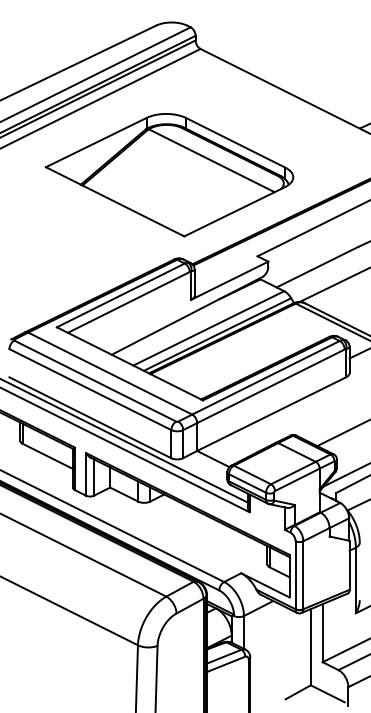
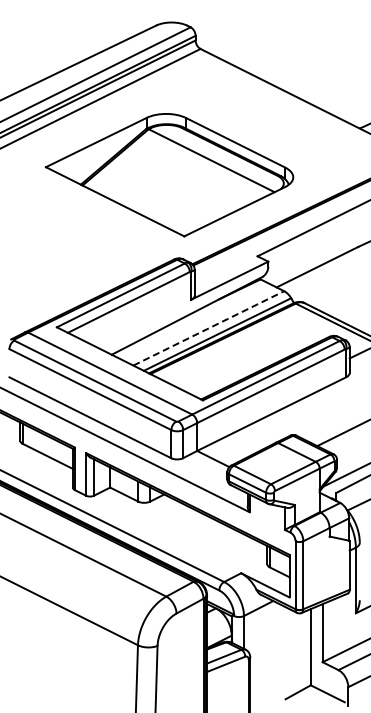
line at (333, 285): present -> none
line at (209, 328): solid -> dashed
line at (124, 440): present -> none
